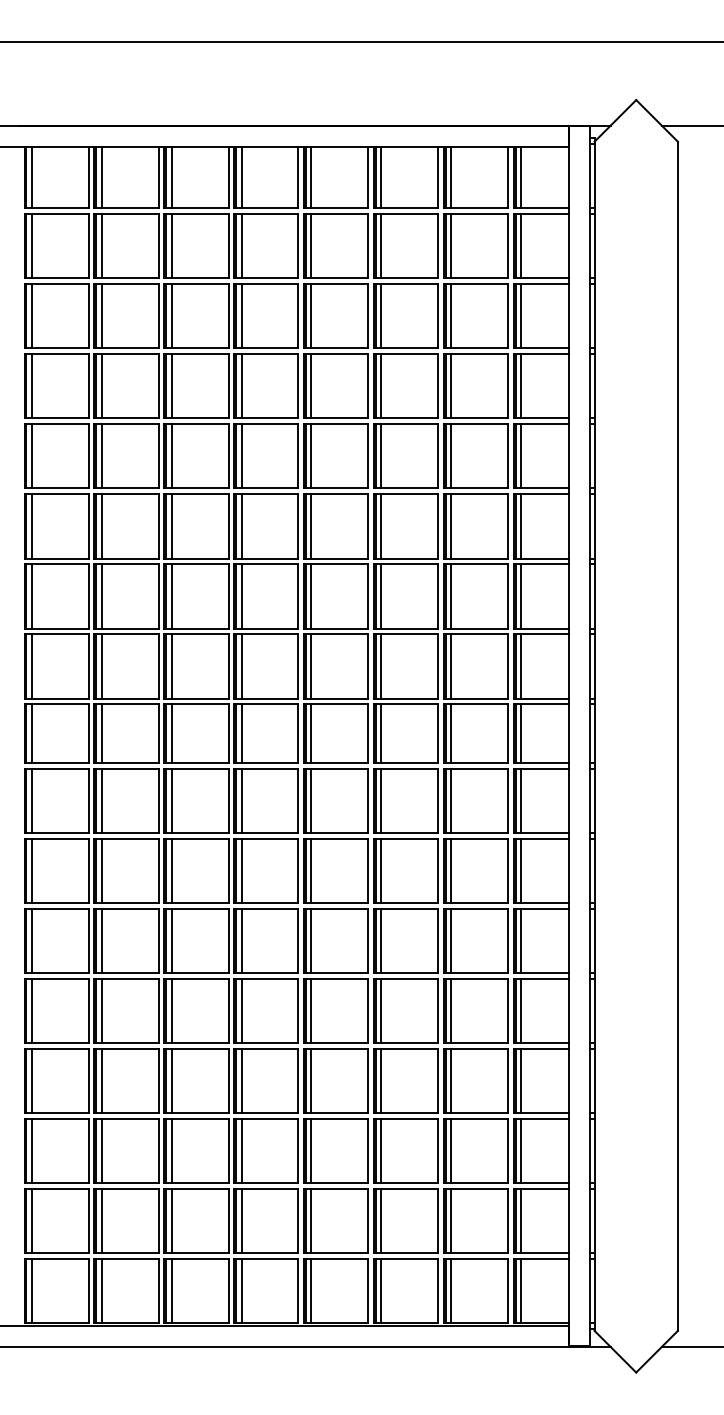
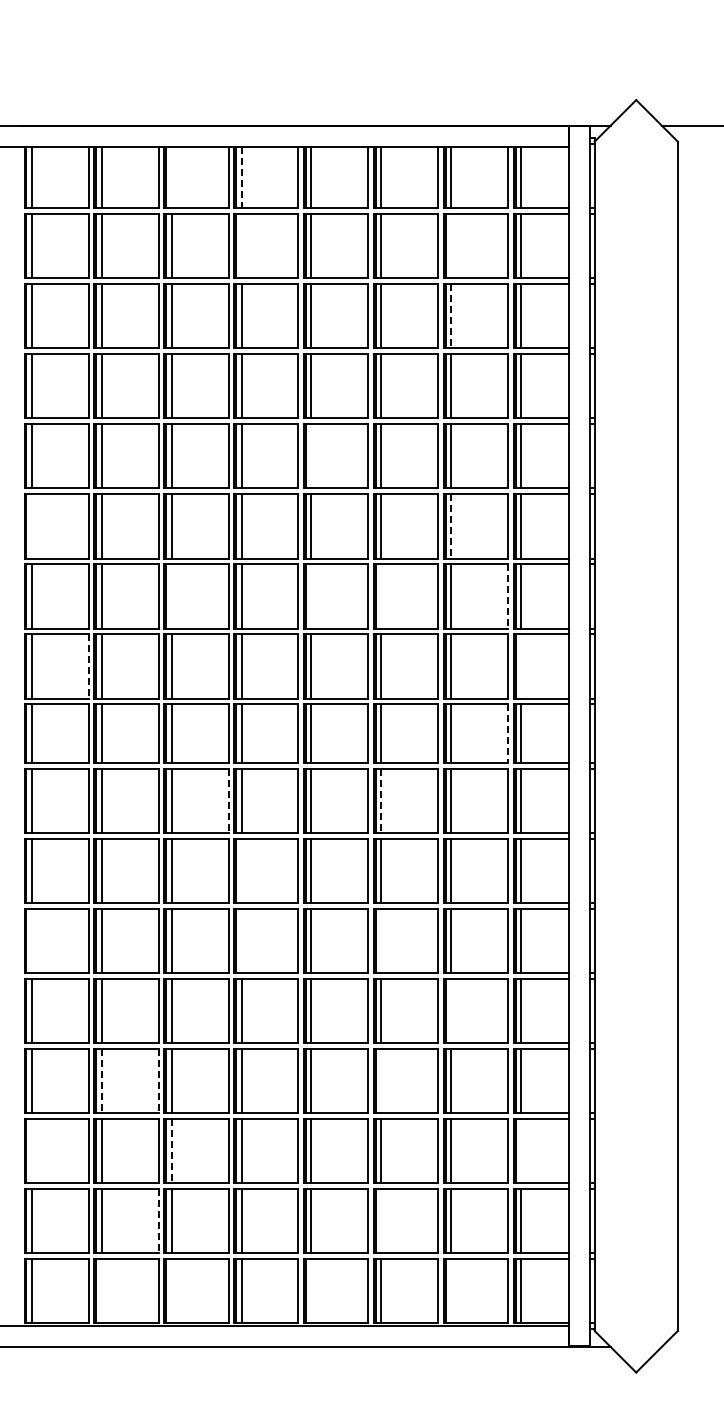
line at (361, 42): present -> none
line at (171, 177): present -> none
line at (241, 177): solid -> dashed
line at (241, 246): present -> none
line at (451, 246): present -> none
line at (451, 316): solid -> dashed
line at (311, 456): present -> none
line at (31, 526): present -> none
line at (451, 526): solid -> dashed
line at (171, 596): present -> none
line at (311, 596): present -> none
line at (381, 596): present -> none
line at (508, 596): solid -> dashed
line at (88, 666): solid -> dashed
line at (521, 666): present -> none
line at (508, 734): solid -> dashed
line at (228, 801): solid -> dashed
line at (381, 801): solid -> dashed
line at (241, 870): present -> none
line at (31, 940): present -> none
line at (241, 940): present -> none
line at (381, 940): present -> none
line at (451, 1010): present -> none
line at (381, 1080): present -> none
line at (101, 1081): solid -> dashed
line at (158, 1081): solid -> dashed
line at (31, 1150): present -> none
line at (521, 1150): present -> none
line at (171, 1151): solid -> dashed
line at (381, 1220): present -> none
line at (158, 1221): solid -> dashed
line at (101, 1290): present -> none
line at (171, 1290): present -> none
line at (311, 1290): present -> none
line at (451, 1290): present -> none
line at (690, 1346): present -> none
